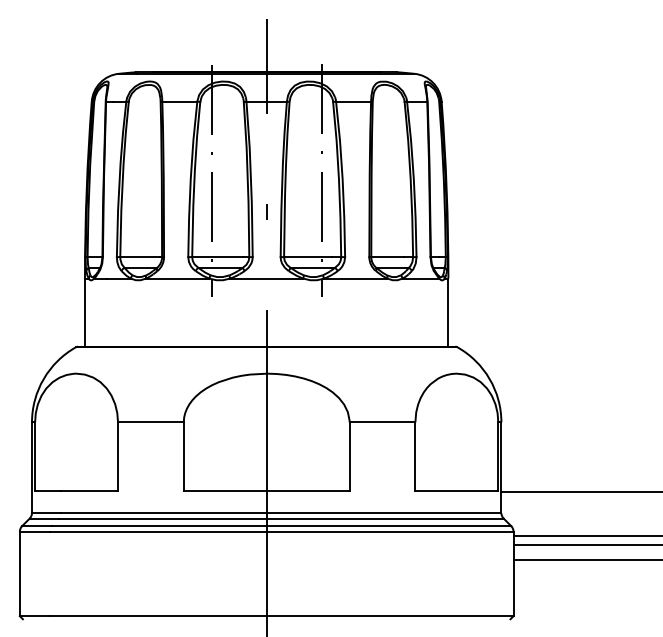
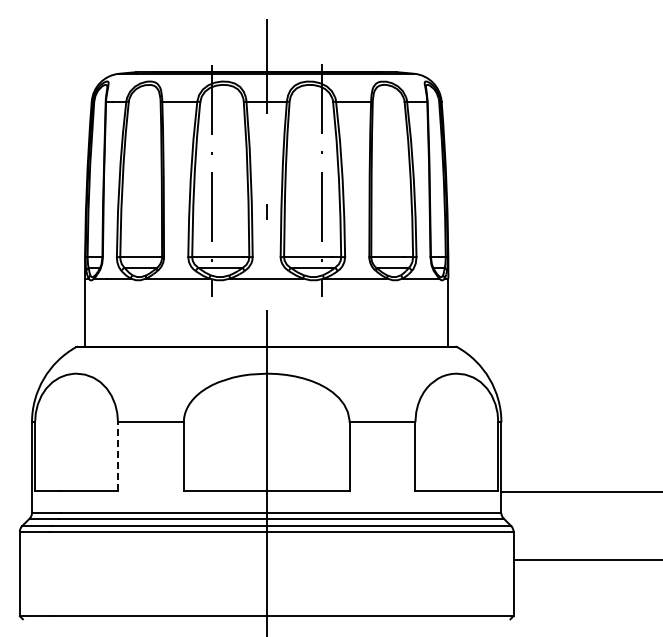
line at (118, 456): solid -> dashed
line at (586, 535): present -> none
line at (586, 544): present -> none
